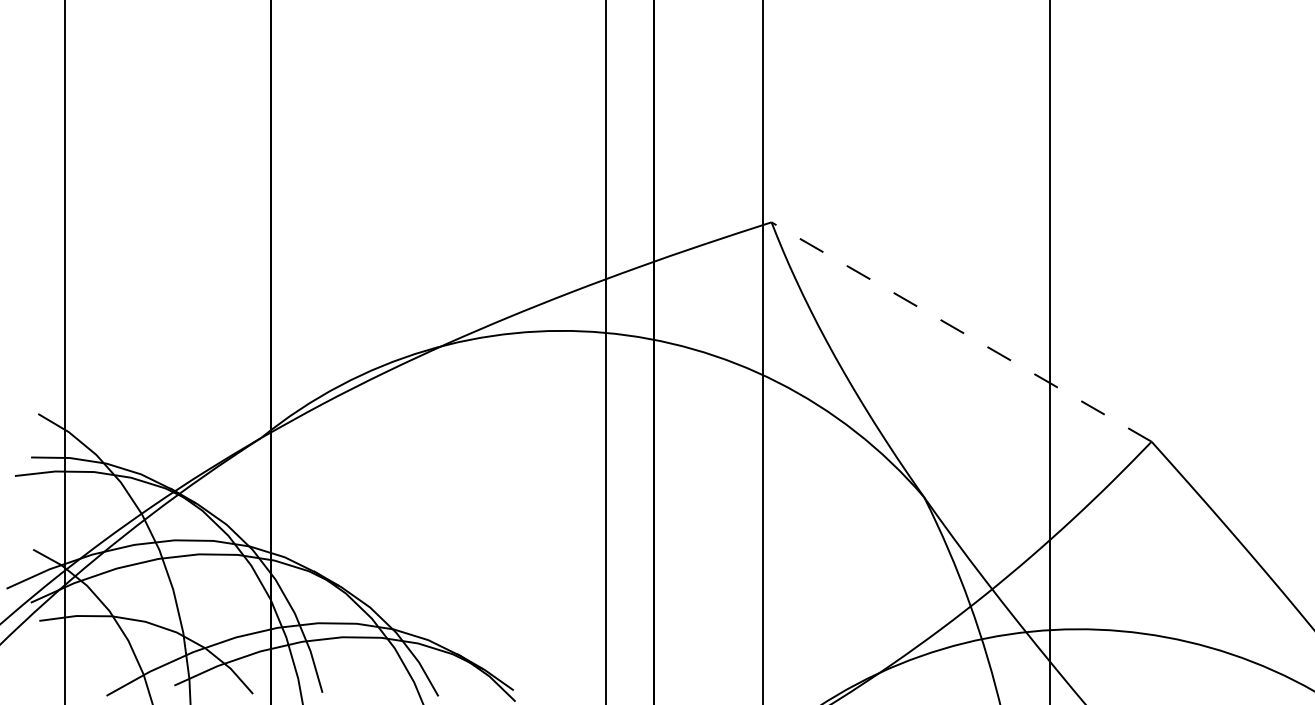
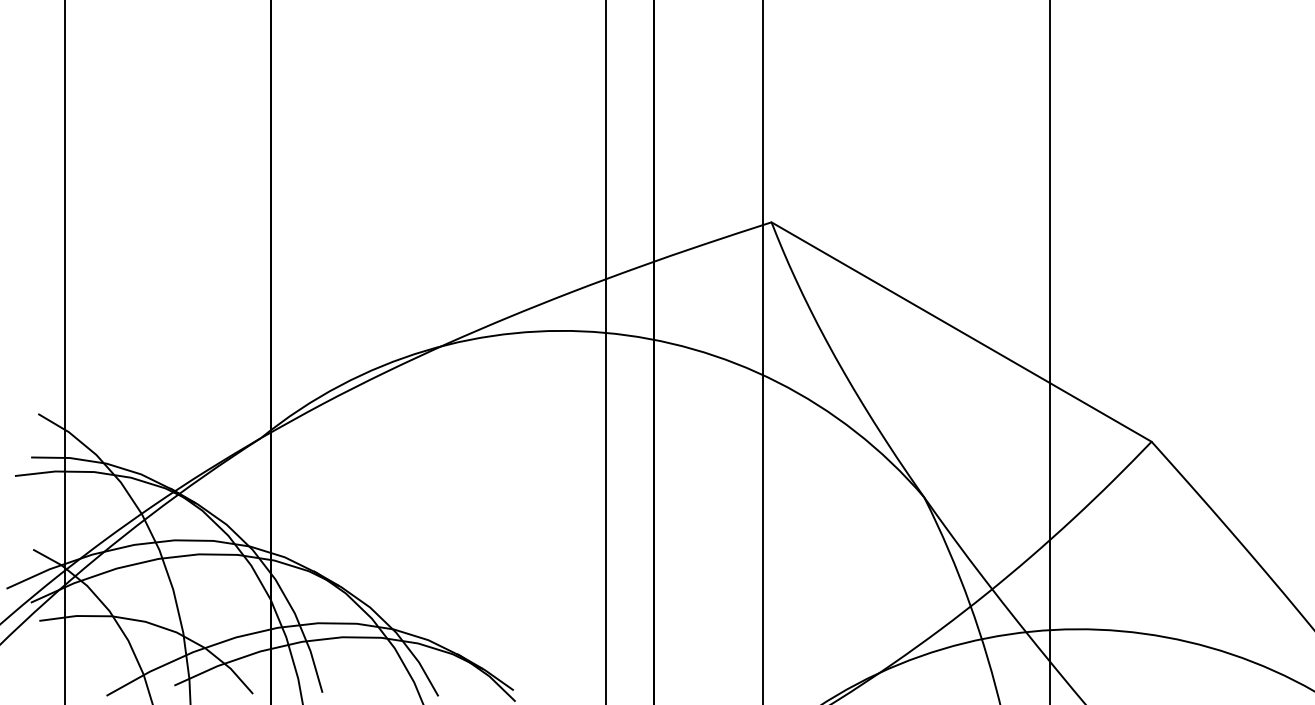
line at (961, 331): dashed -> solid
